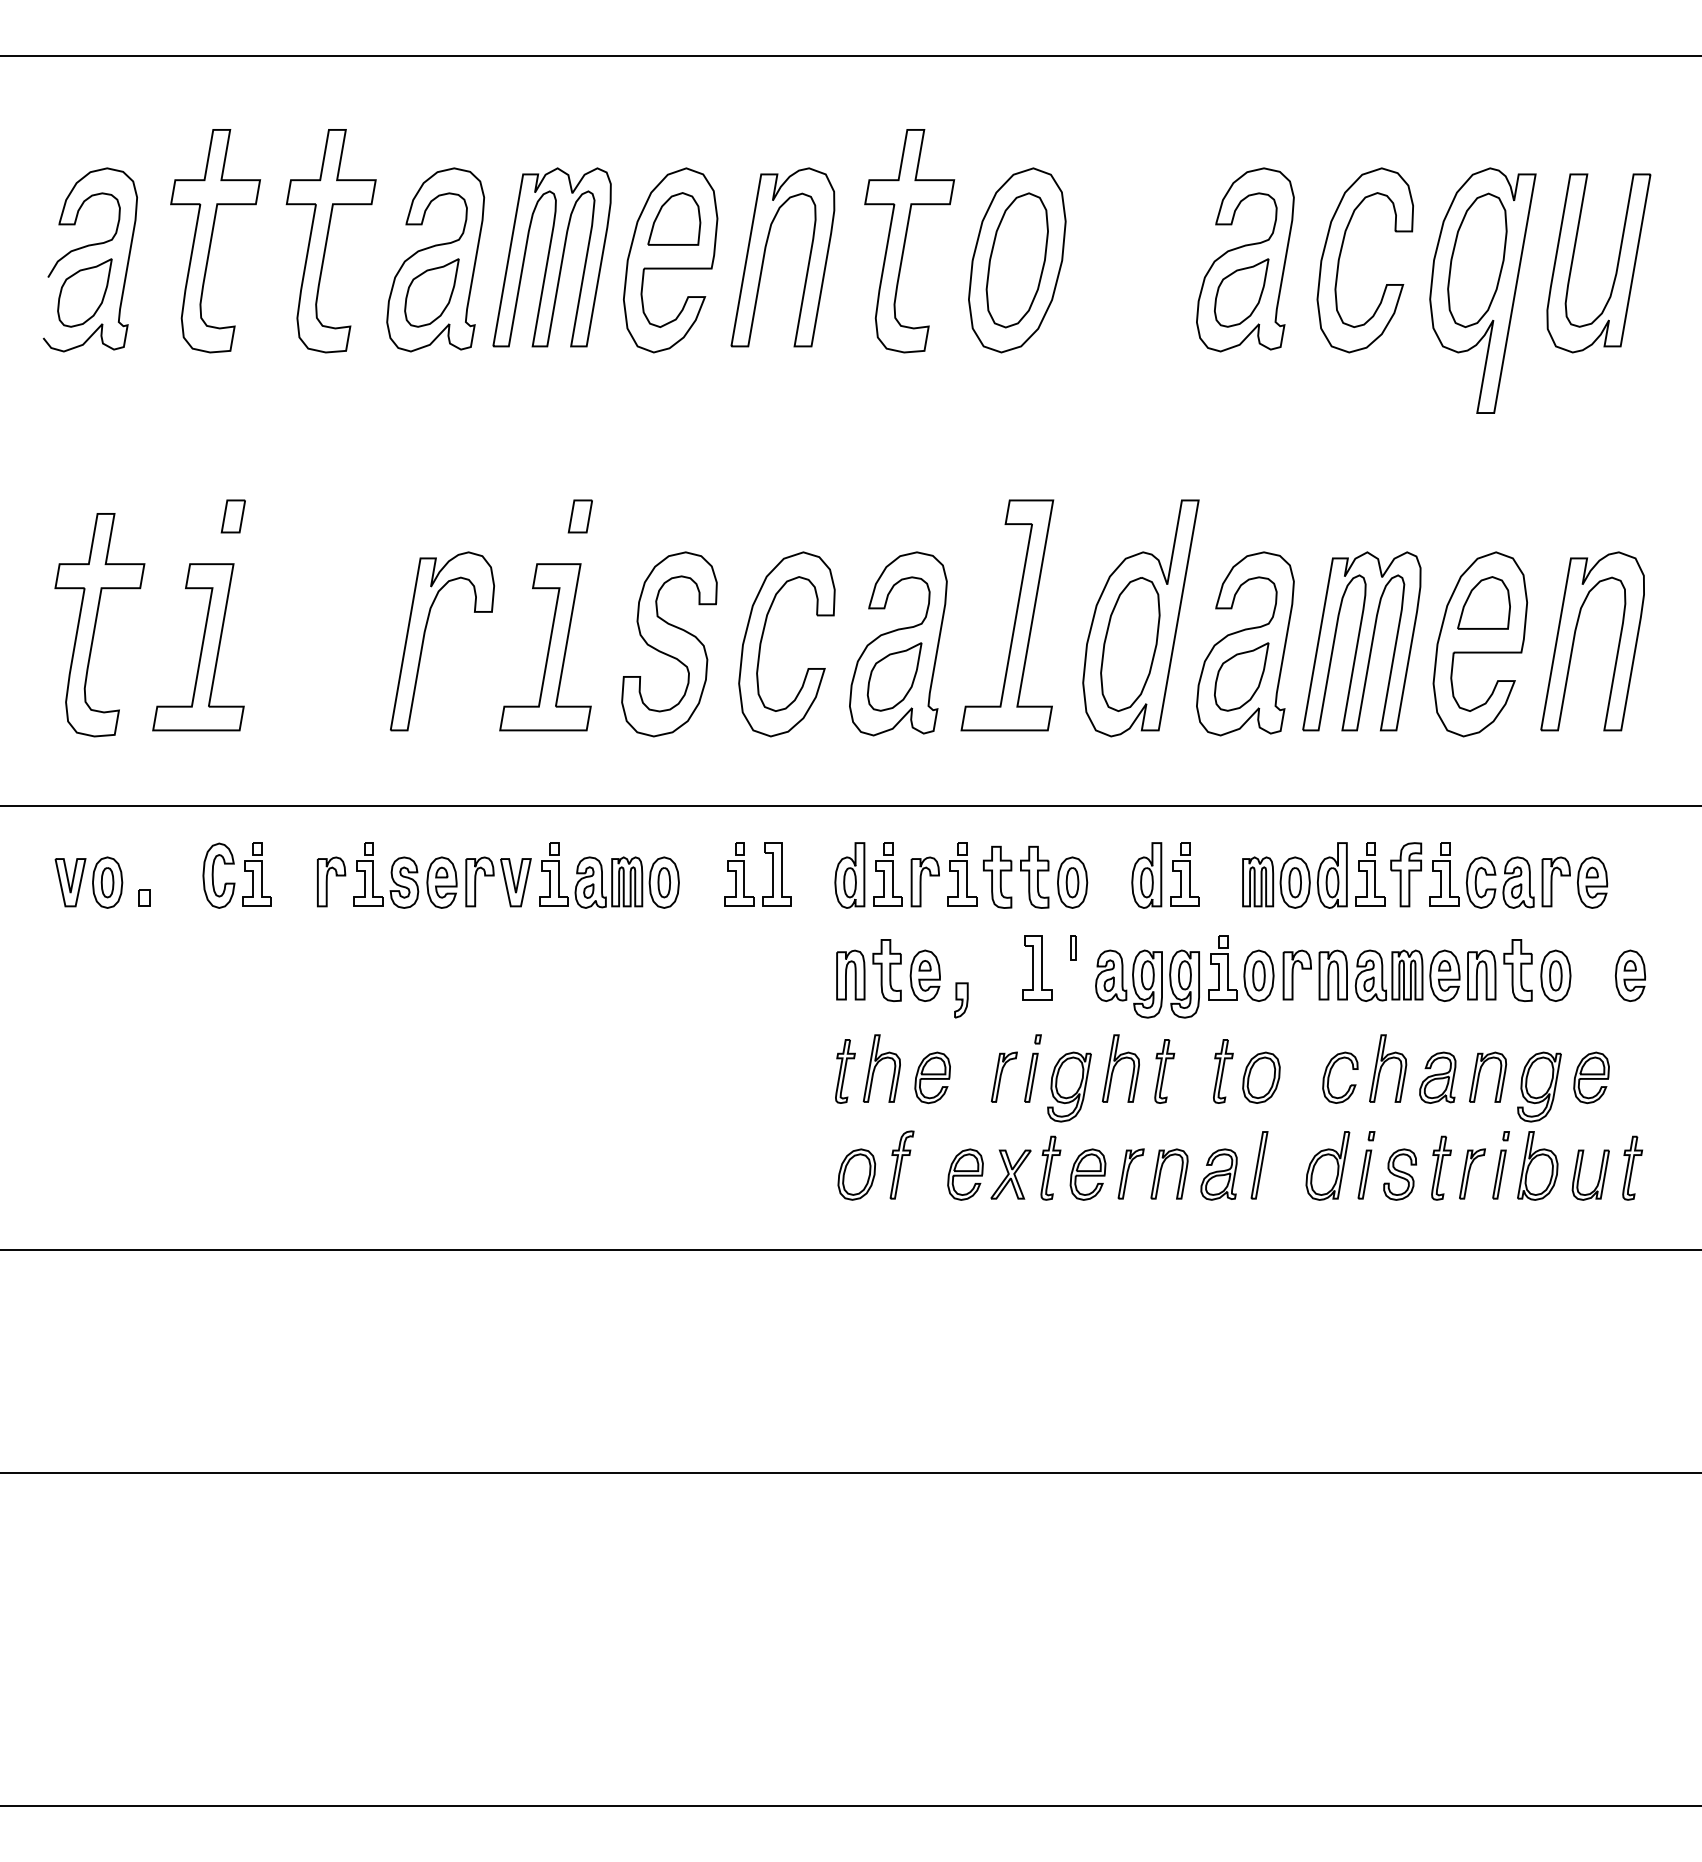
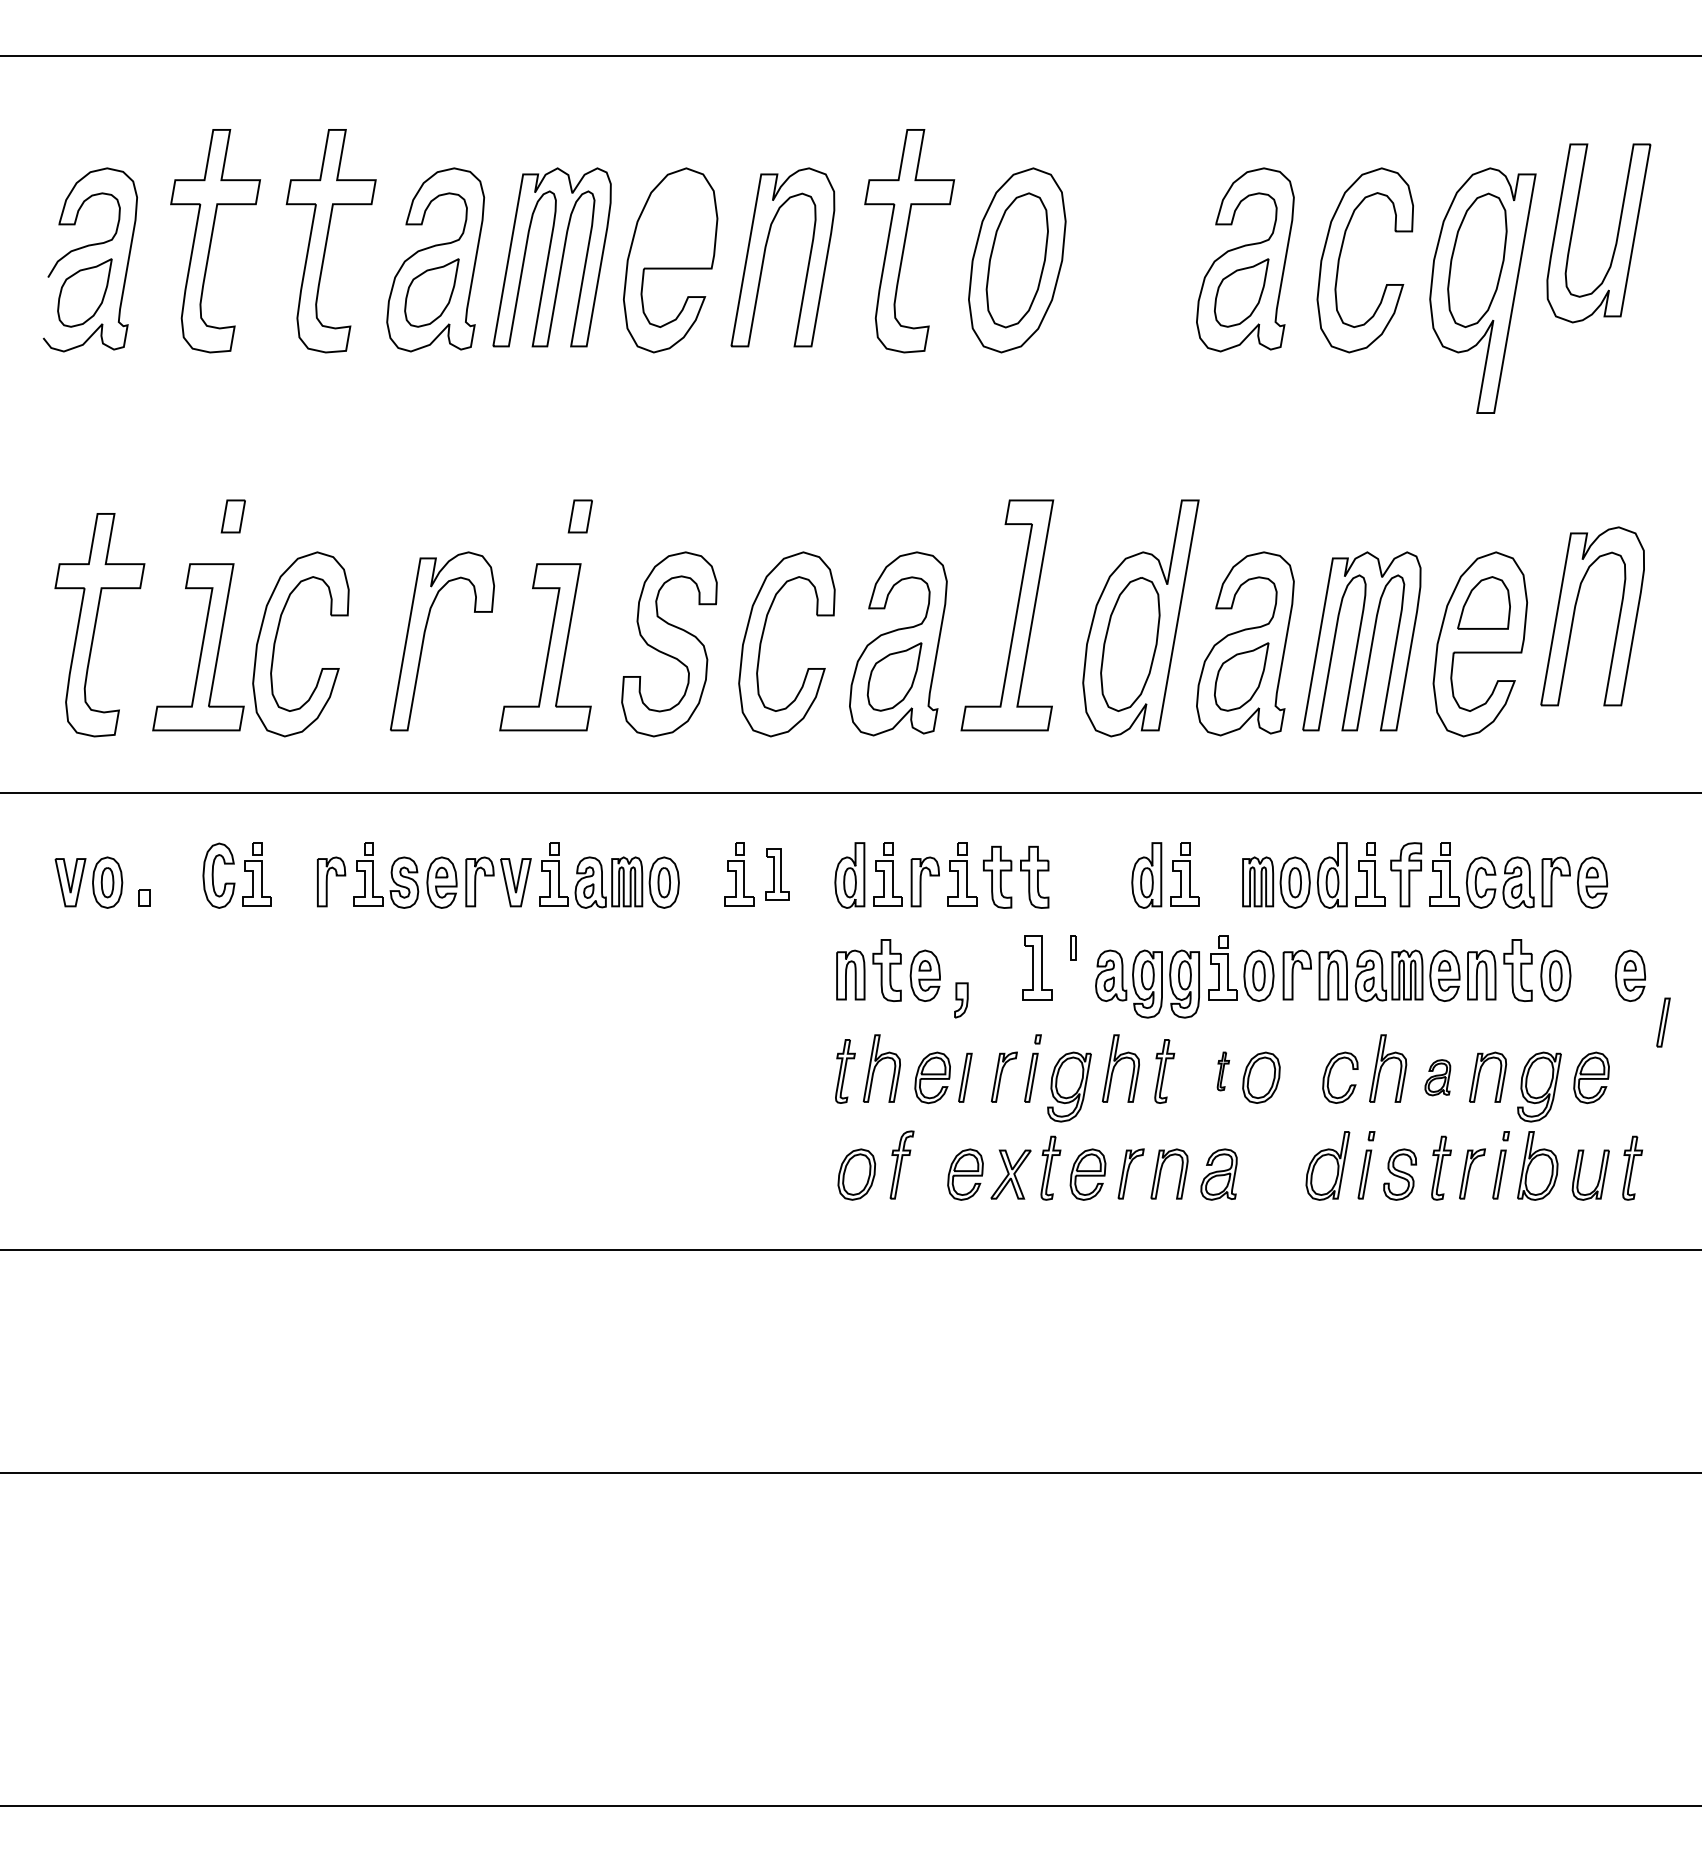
part at (674, 218): present -> none
part at (1616, 265) position: (1616, 265) -> (1616, 235)
part at (1575, 637) position: (1575, 637) -> (1575, 612)
part at (276, 640): none -> present
line at (850, 805) position: (850, 805) -> (850, 792)
part at (776, 874) size: 30x65 px -> 25x53 px
part at (1072, 882): present -> none
part at (1663, 1022): none -> present
part at (1223, 1071) size: 21x65 px -> 15x41 px
part at (965, 1077): none -> present
part at (1437, 1077) size: 38x53 px -> 28x38 px
part at (1259, 1165): present -> none
